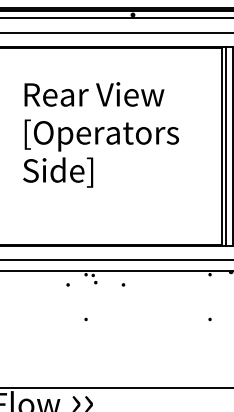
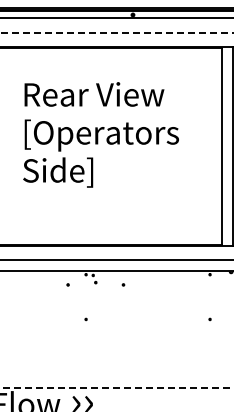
line at (117, 33): solid -> dashed
line at (225, 146): present -> none
line at (116, 387): solid -> dashed
